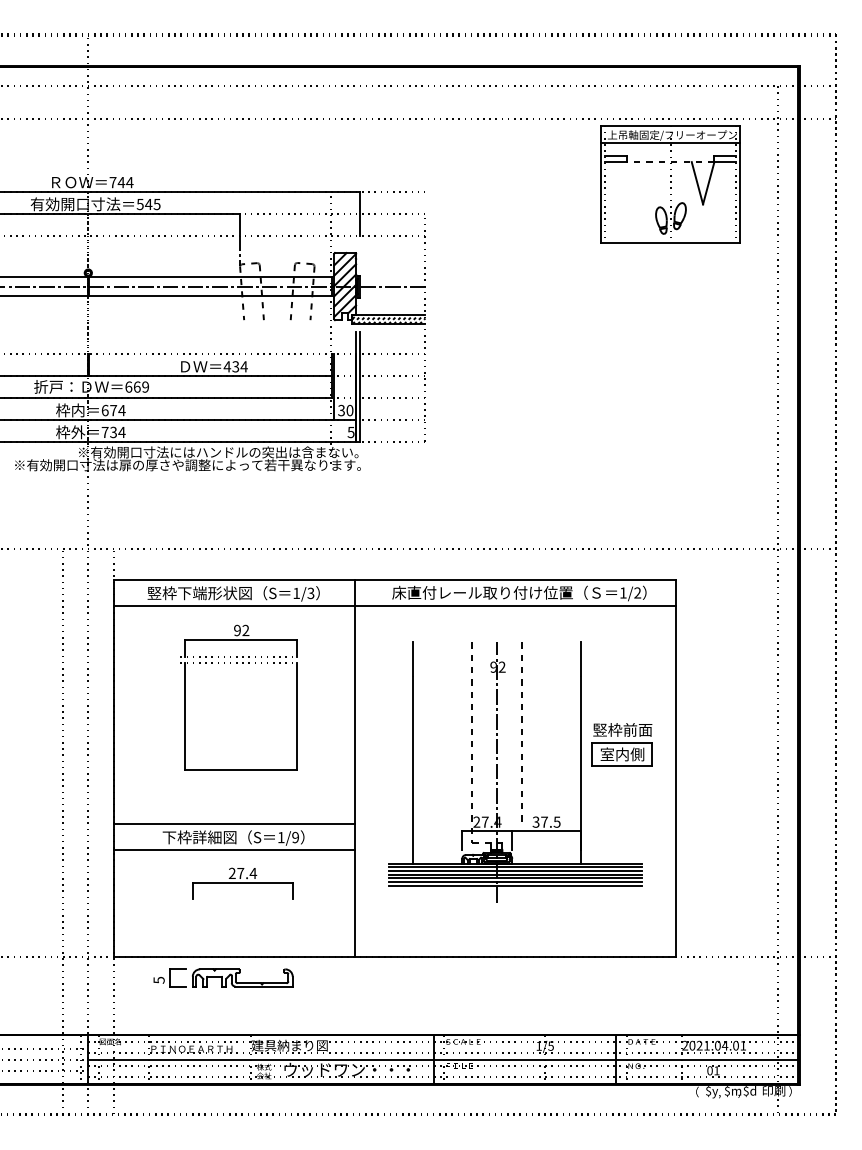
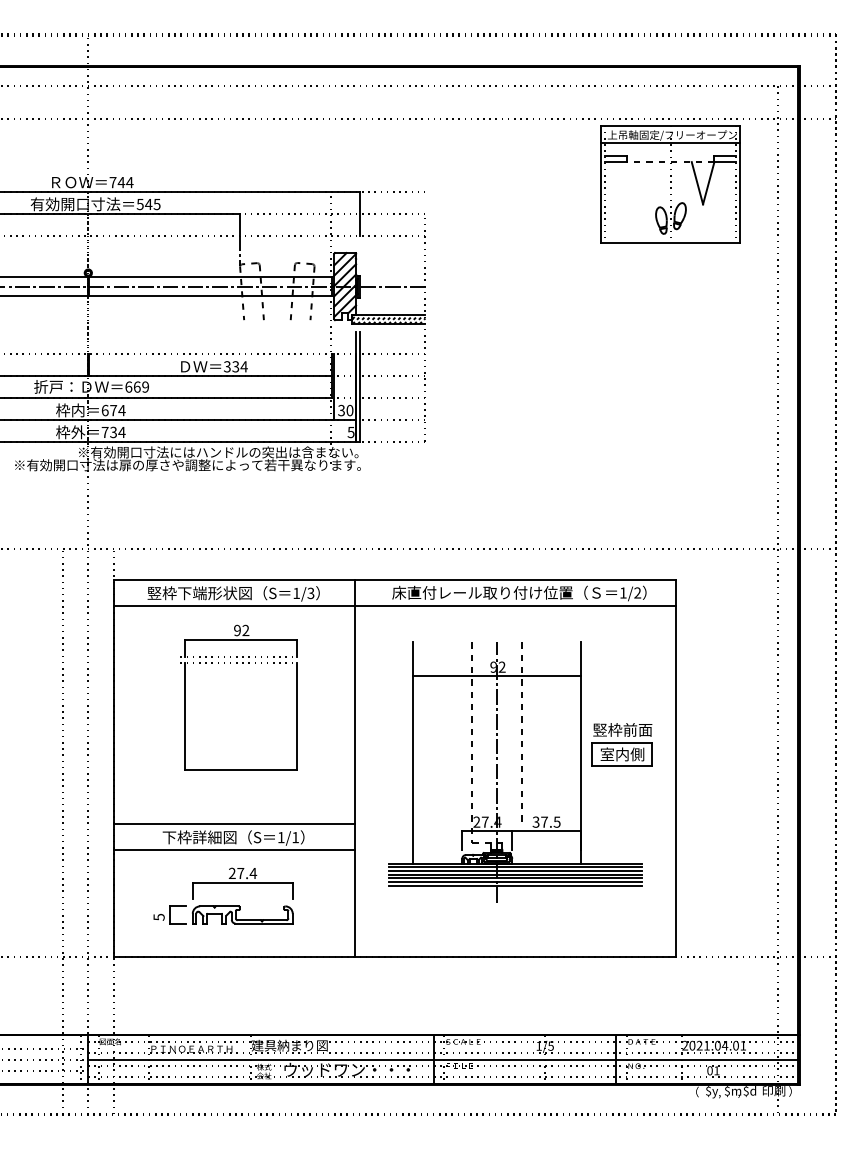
text at (227, 366): 434 -> 334
line at (496, 676): none -> present
text at (295, 837): 1/9 -> 1/1
part at (223, 977) position: (223, 977) -> (223, 914)
